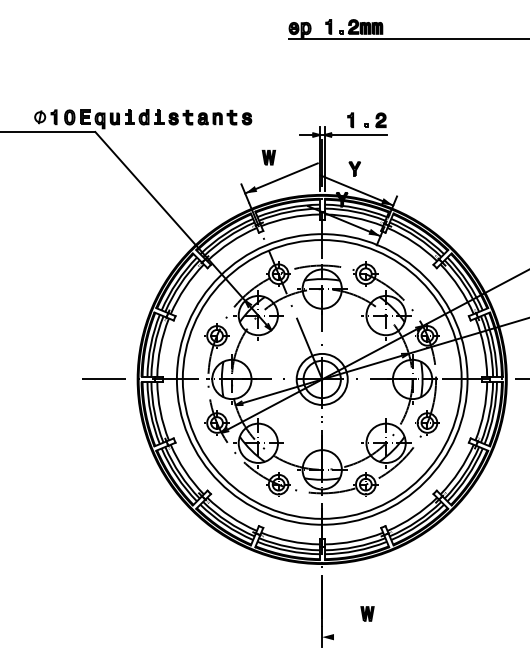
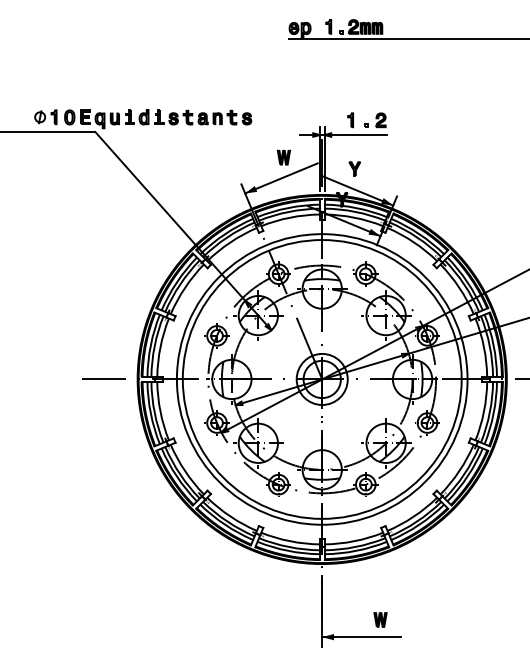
part at (268, 157) position: (268, 157) -> (283, 157)
part at (367, 613) position: (367, 613) -> (380, 619)
line at (361, 637): none -> present
